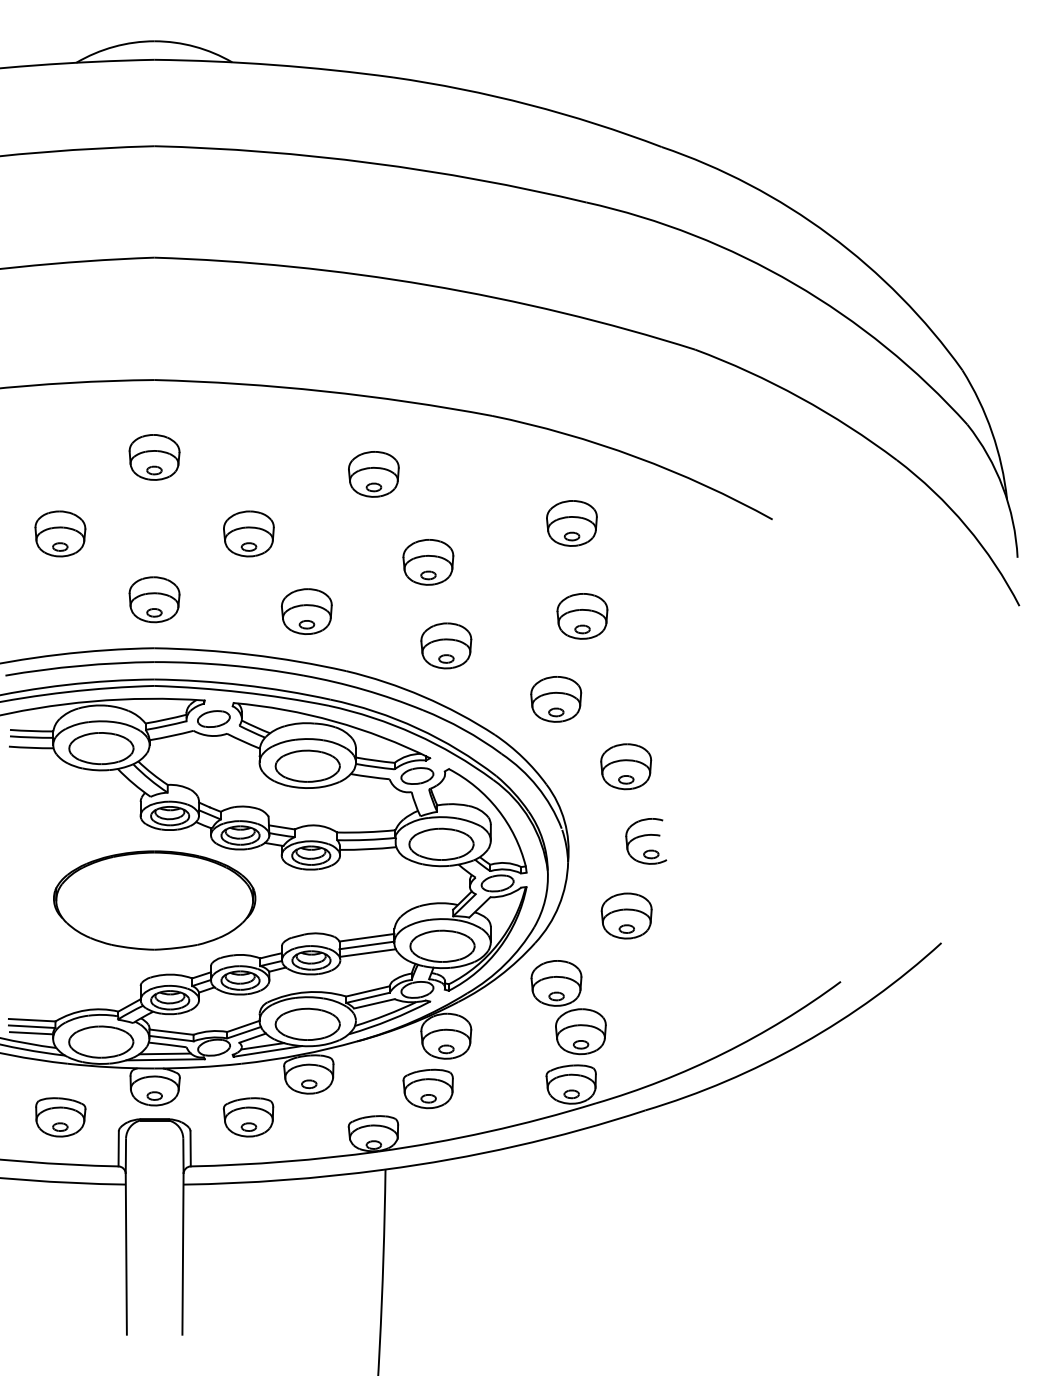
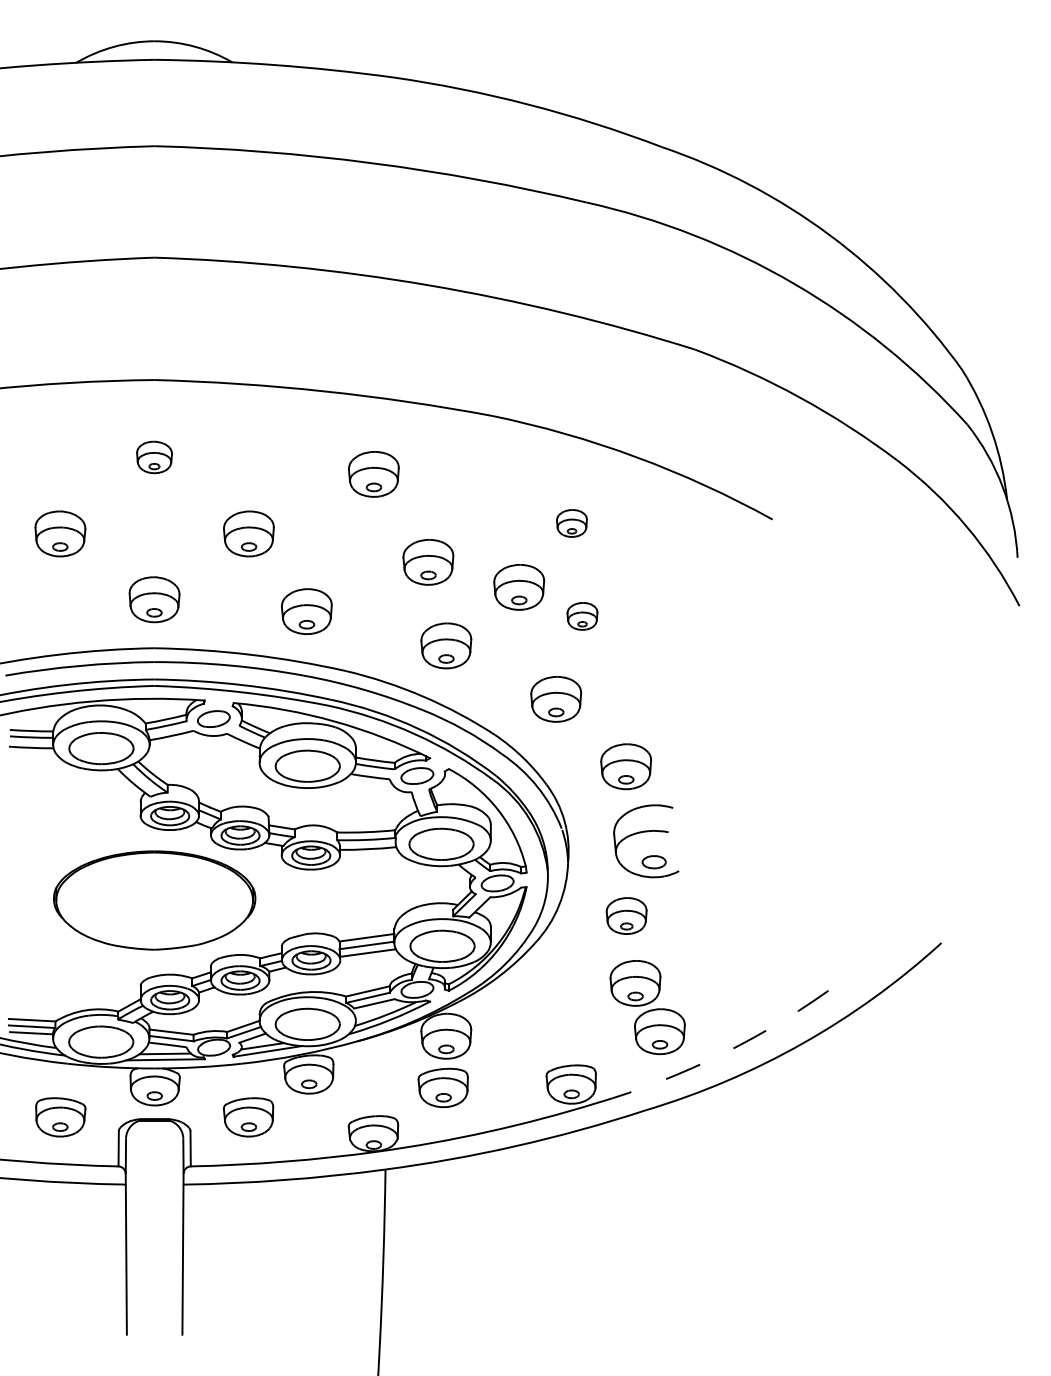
part at (154, 457) size: 53x47 px -> 37x35 px
part at (571, 523) size: 52x47 px -> 32x29 px
part at (519, 587): none -> present
part at (582, 616) size: 53x47 px -> 33x29 px
part at (646, 841) size: 43x47 px -> 67x75 px
part at (626, 915) size: 53x48 px -> 43x38 px
part at (568, 1007) position: (568, 1007) -> (647, 1007)
arc at (723, 1053): solid -> dashed
part at (427, 1088) position: (427, 1088) -> (442, 1087)
